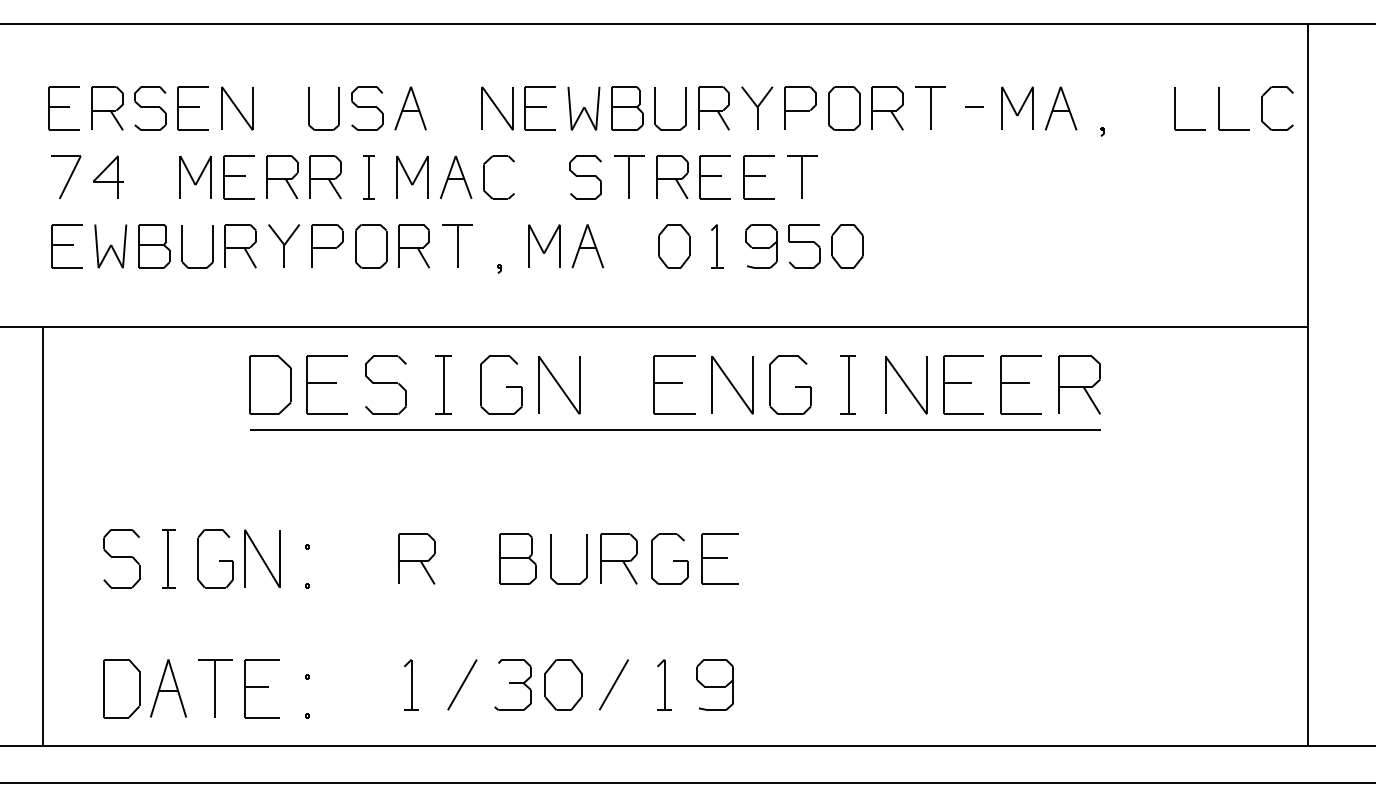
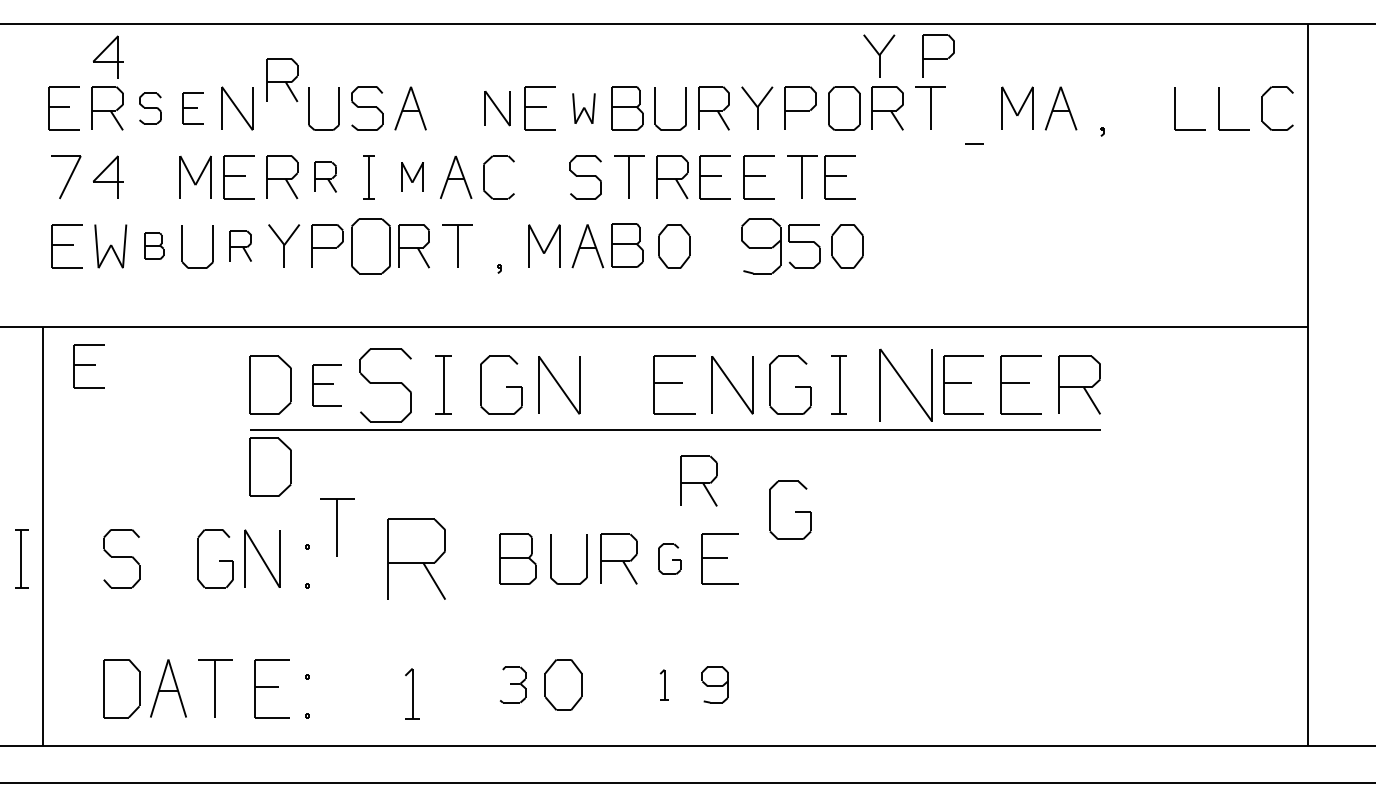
part at (879, 55): none -> present
part at (938, 55): none -> present
part at (108, 56): none -> present
part at (282, 80): none -> present
line at (974, 106) position: (974, 106) -> (974, 143)
part at (150, 108) size: 33x45 px -> 23x33 px
part at (192, 108) size: 32x45 px -> 22x33 px
part at (497, 108) size: 33x45 px -> 27x36 px
part at (583, 108) size: 34x45 px -> 24x31 px
part at (412, 176) size: 33x44 px -> 23x30 px
part at (325, 177) size: 33x45 px -> 23x32 px
part at (839, 177): none -> present
part at (627, 245): none -> present
part at (154, 246) size: 33x45 px -> 21x28 px
part at (240, 246) size: 33x45 px -> 23x32 px
part at (371, 246) size: 33x45 px -> 40x57 px
part at (717, 246): present -> none
part at (761, 246) size: 33x45 px -> 41x57 px
part at (88, 366): none -> present
part at (326, 384) size: 42x60 px -> 30x43 px
part at (385, 384) size: 42x60 px -> 53x75 px
part at (847, 384) position: (847, 384) -> (838, 384)
part at (906, 385) size: 43x59 px -> 54x74 px
part at (270, 466): none -> present
part at (698, 480): none -> present
part at (790, 509): none -> present
part at (337, 527): none -> present
part at (168, 558) position: (168, 558) -> (21, 558)
part at (416, 558) size: 38x52 px -> 59x82 px
part at (669, 558) size: 38x52 px -> 24x32 px
part at (411, 684) position: (411, 684) -> (412, 693)
line at (462, 684): present -> none
part at (512, 684) size: 38x52 px -> 28x38 px
line at (613, 684): present -> none
part at (664, 684) size: 15x52 px -> 10x32 px
part at (714, 684) size: 38x52 px -> 28x38 px
part at (261, 688) position: (261, 688) -> (271, 688)
